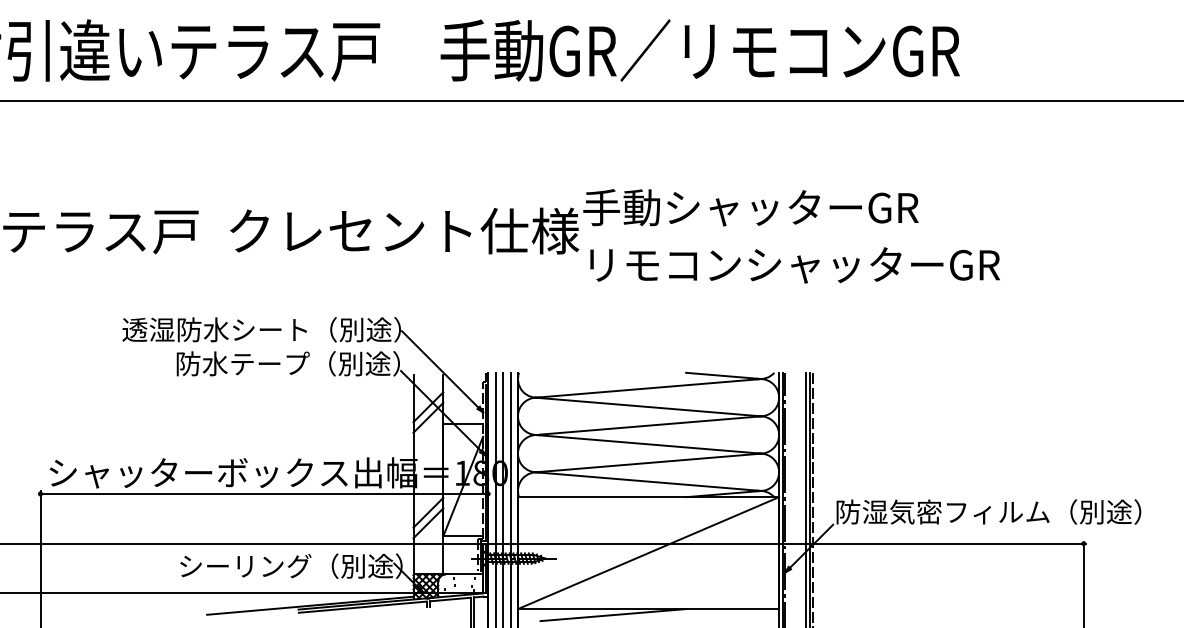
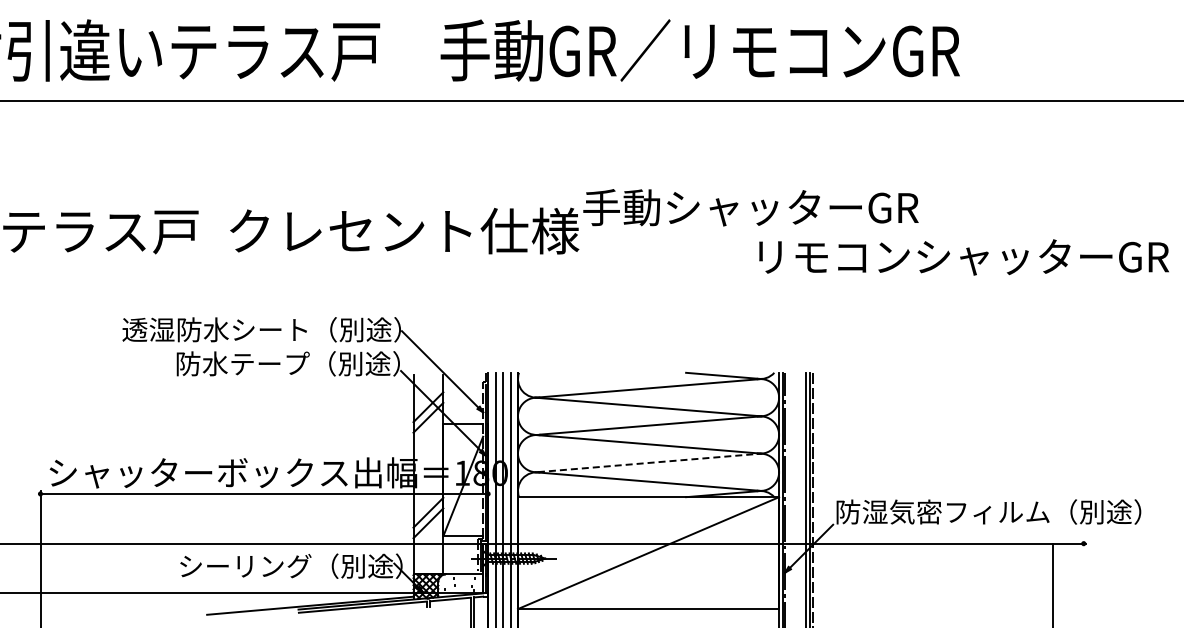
text at (794, 265) position: (794, 265) -> (963, 257)
line at (650, 462): solid -> dashed
line at (1083, 583) position: (1083, 583) -> (1052, 583)
line at (613, 615): present -> none
